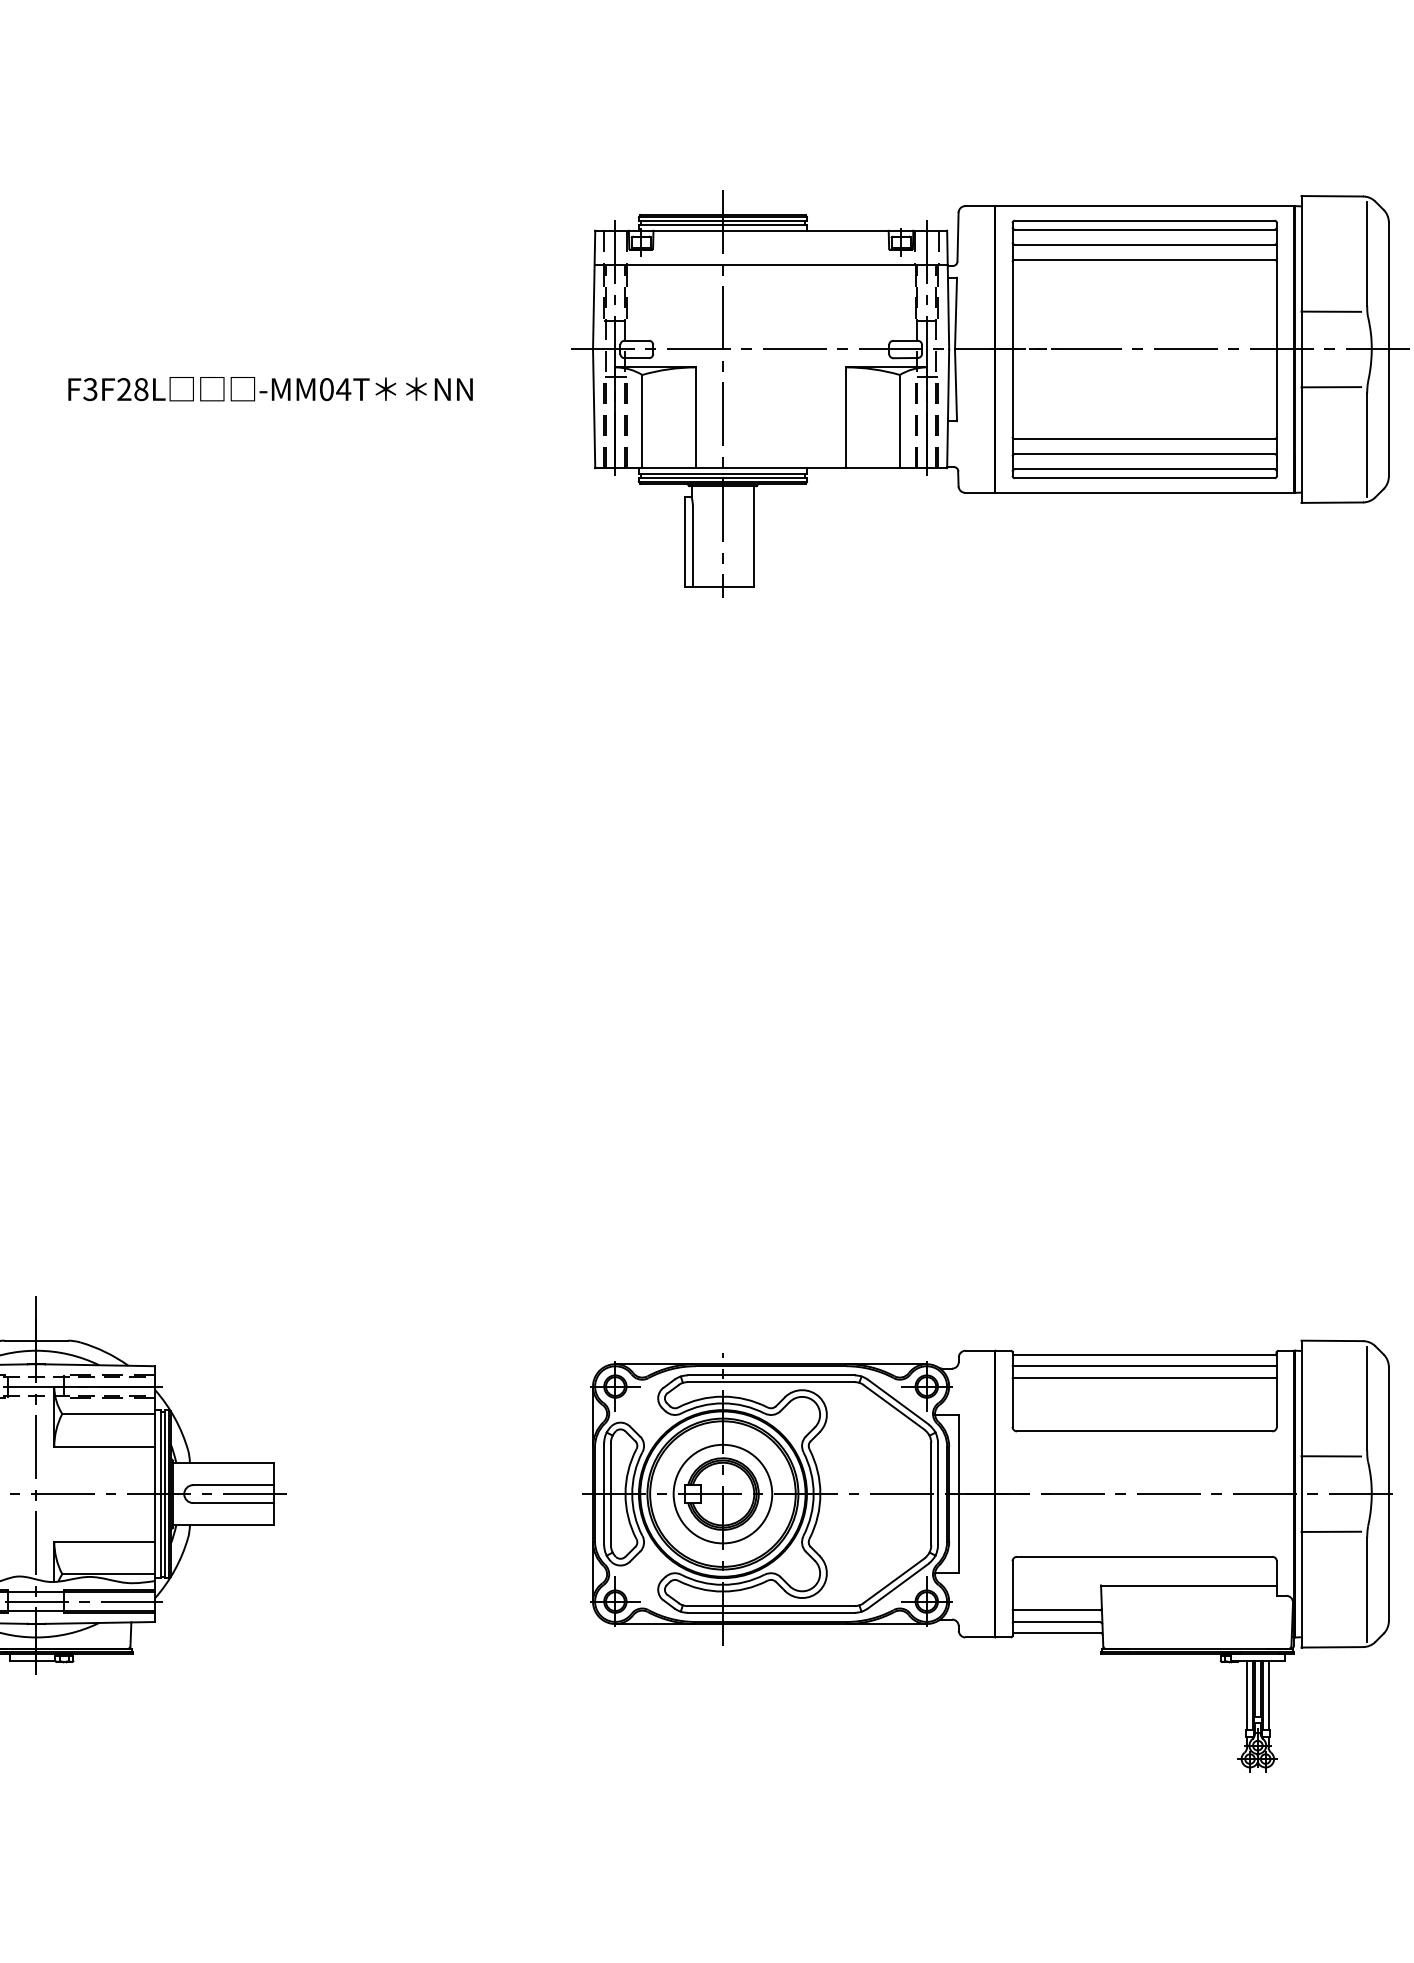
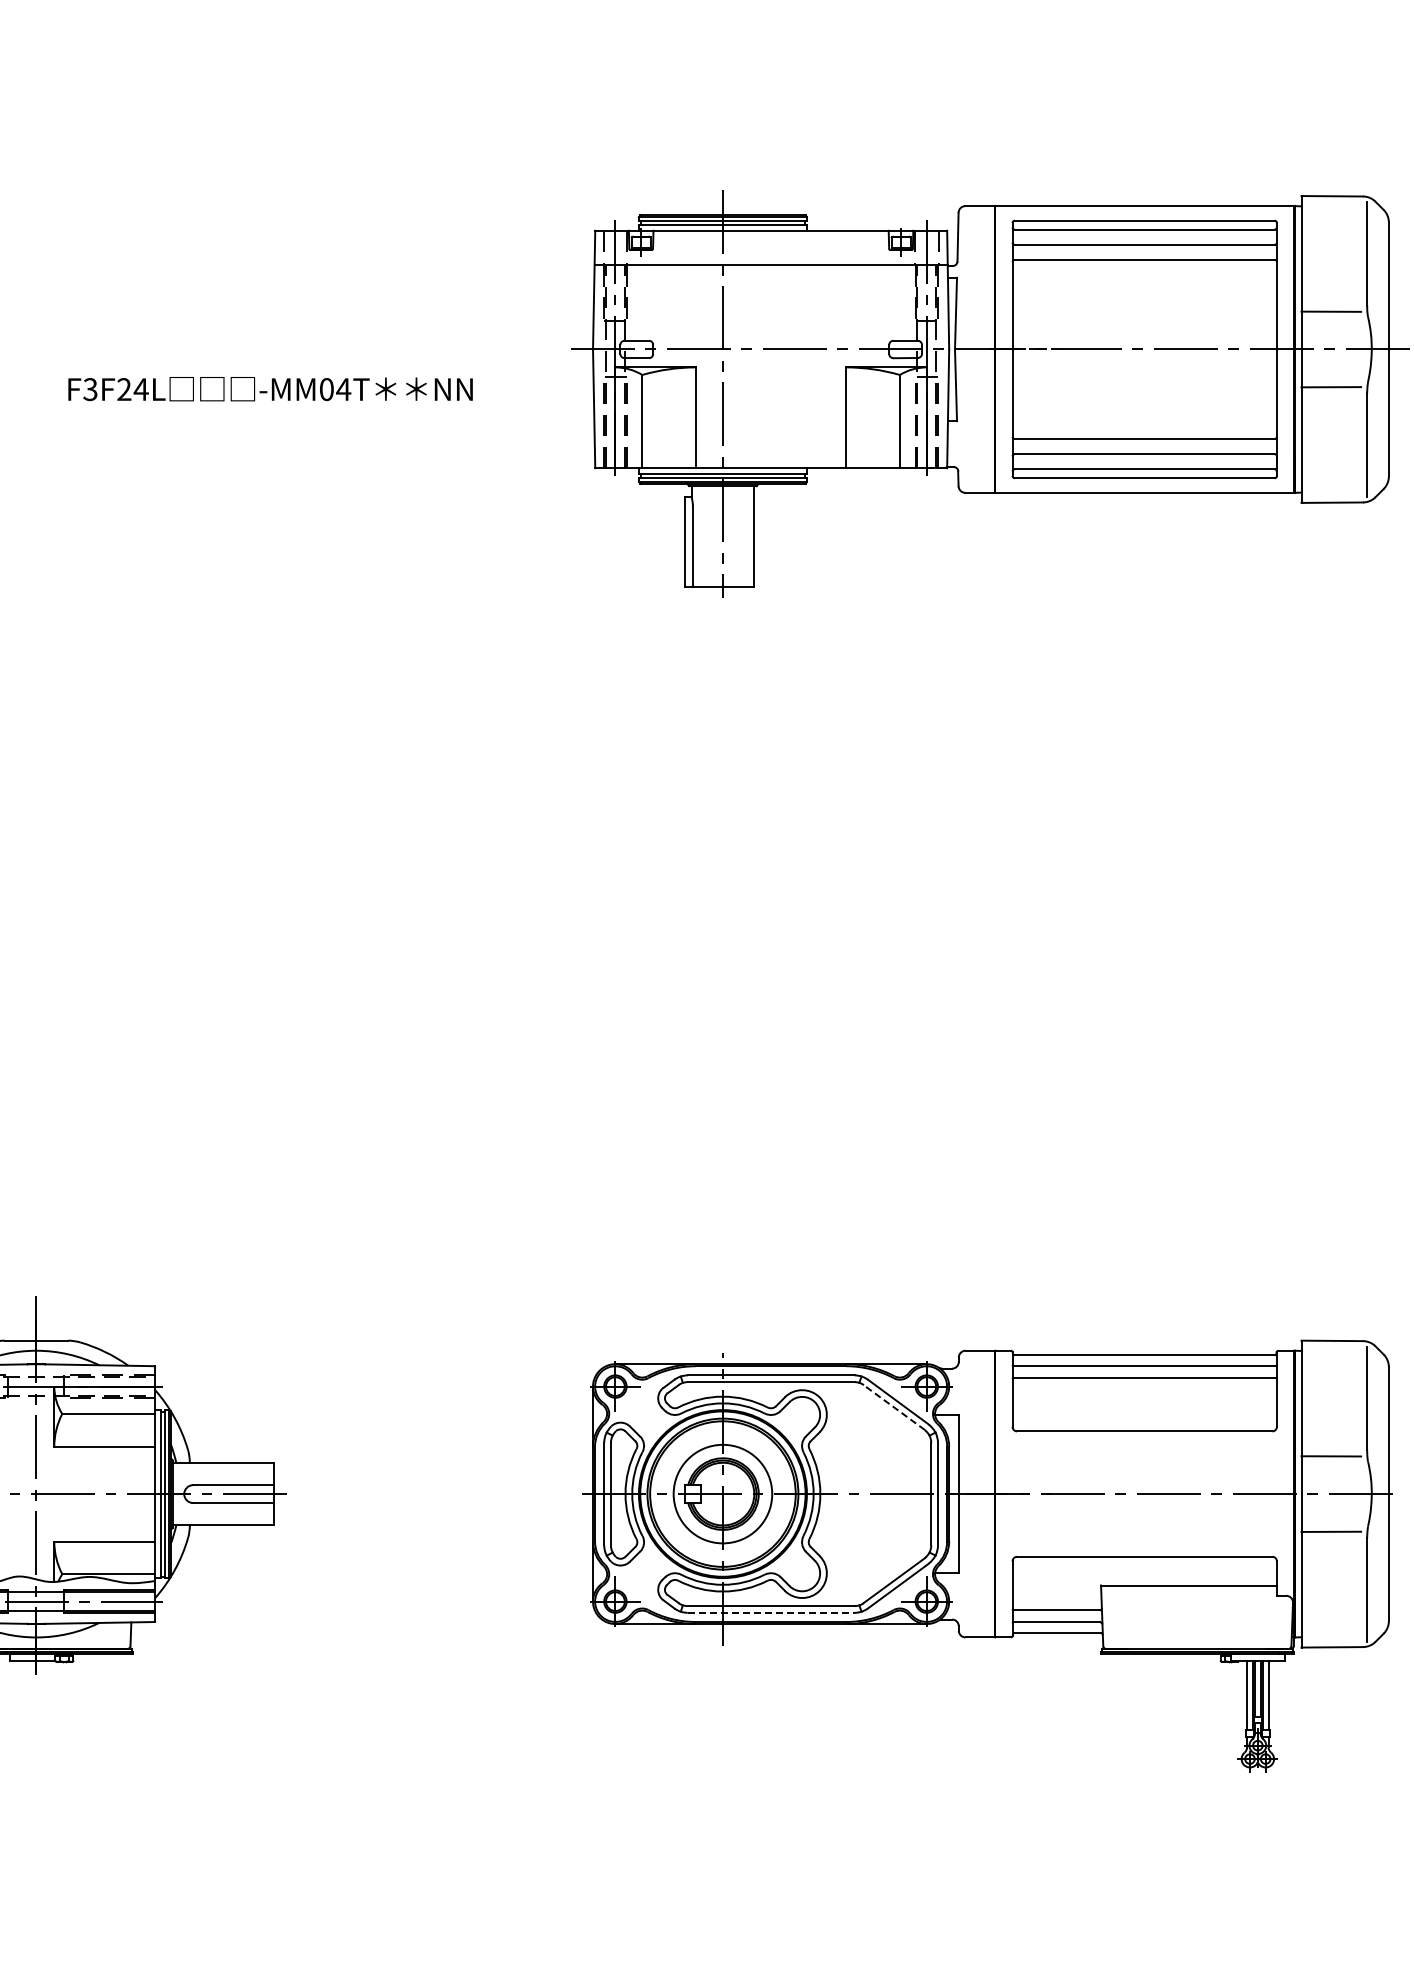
text at (140, 389): F3F28L -> F3F24L
line at (894, 1407): solid -> dashed
line at (771, 1612): solid -> dashed
